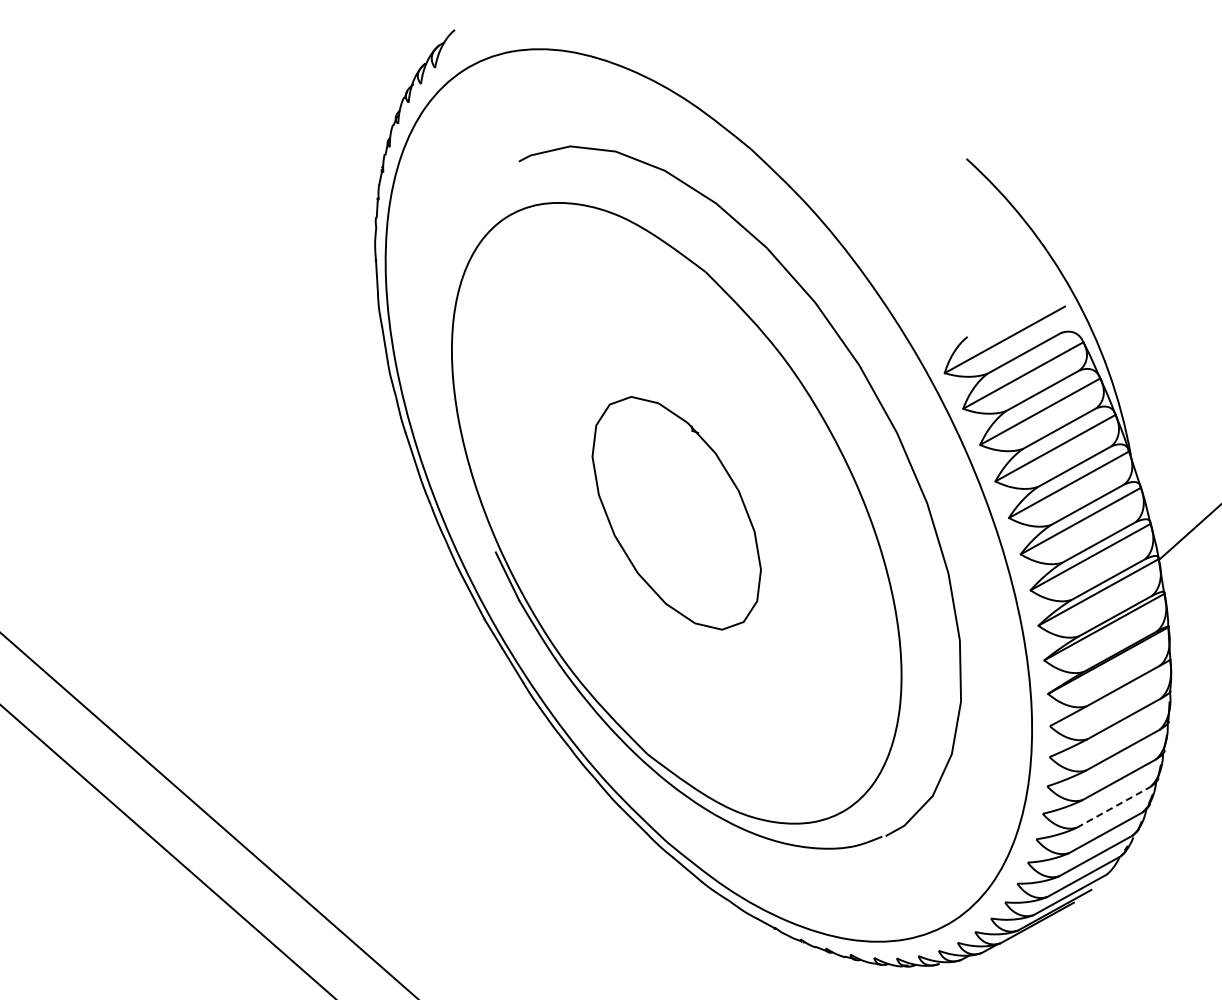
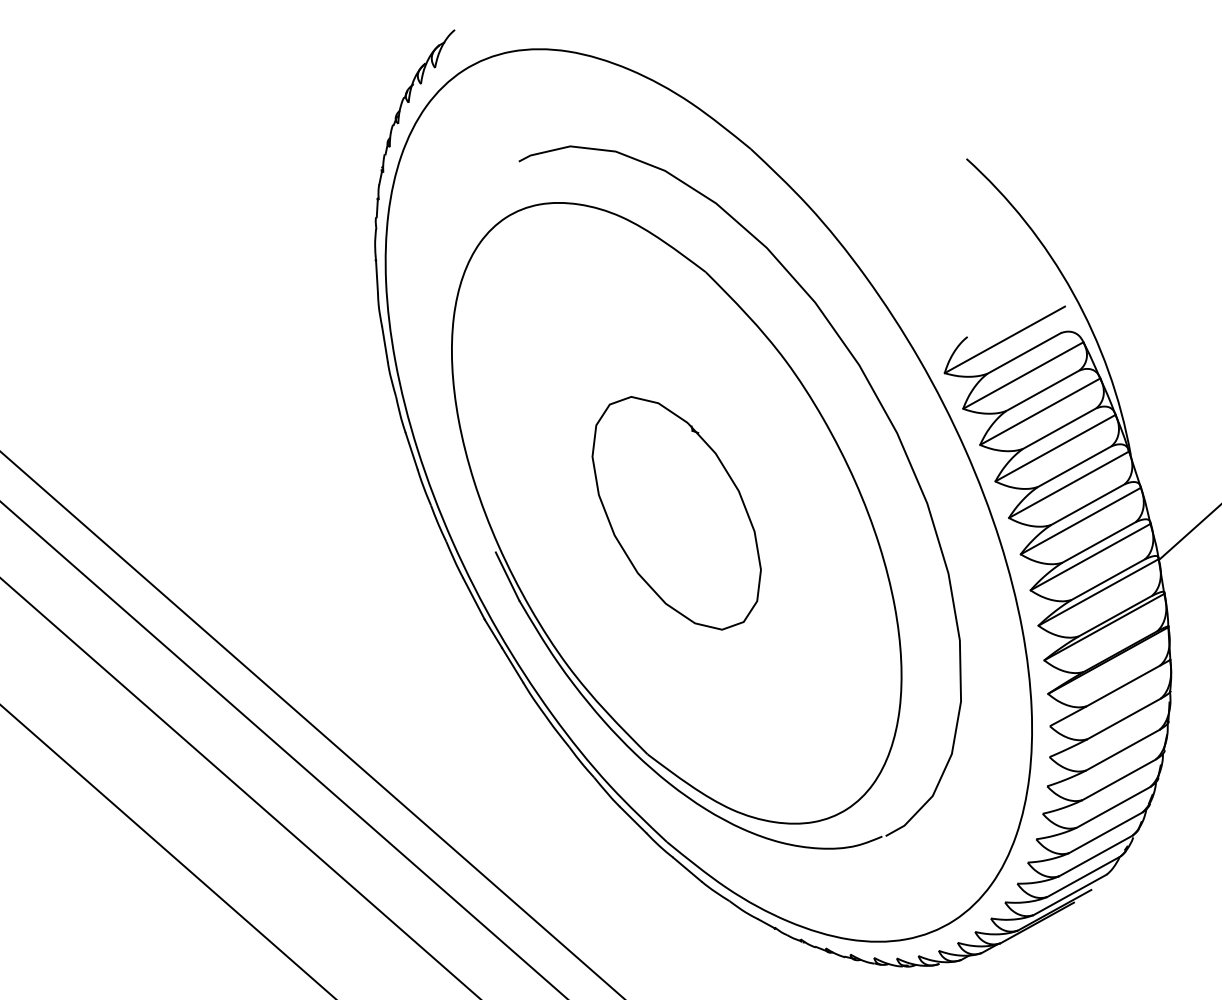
line at (311, 724): none -> present
line at (283, 749): none -> present
line at (1113, 807): dashed -> solid
line at (208, 815) position: (208, 815) -> (239, 787)
